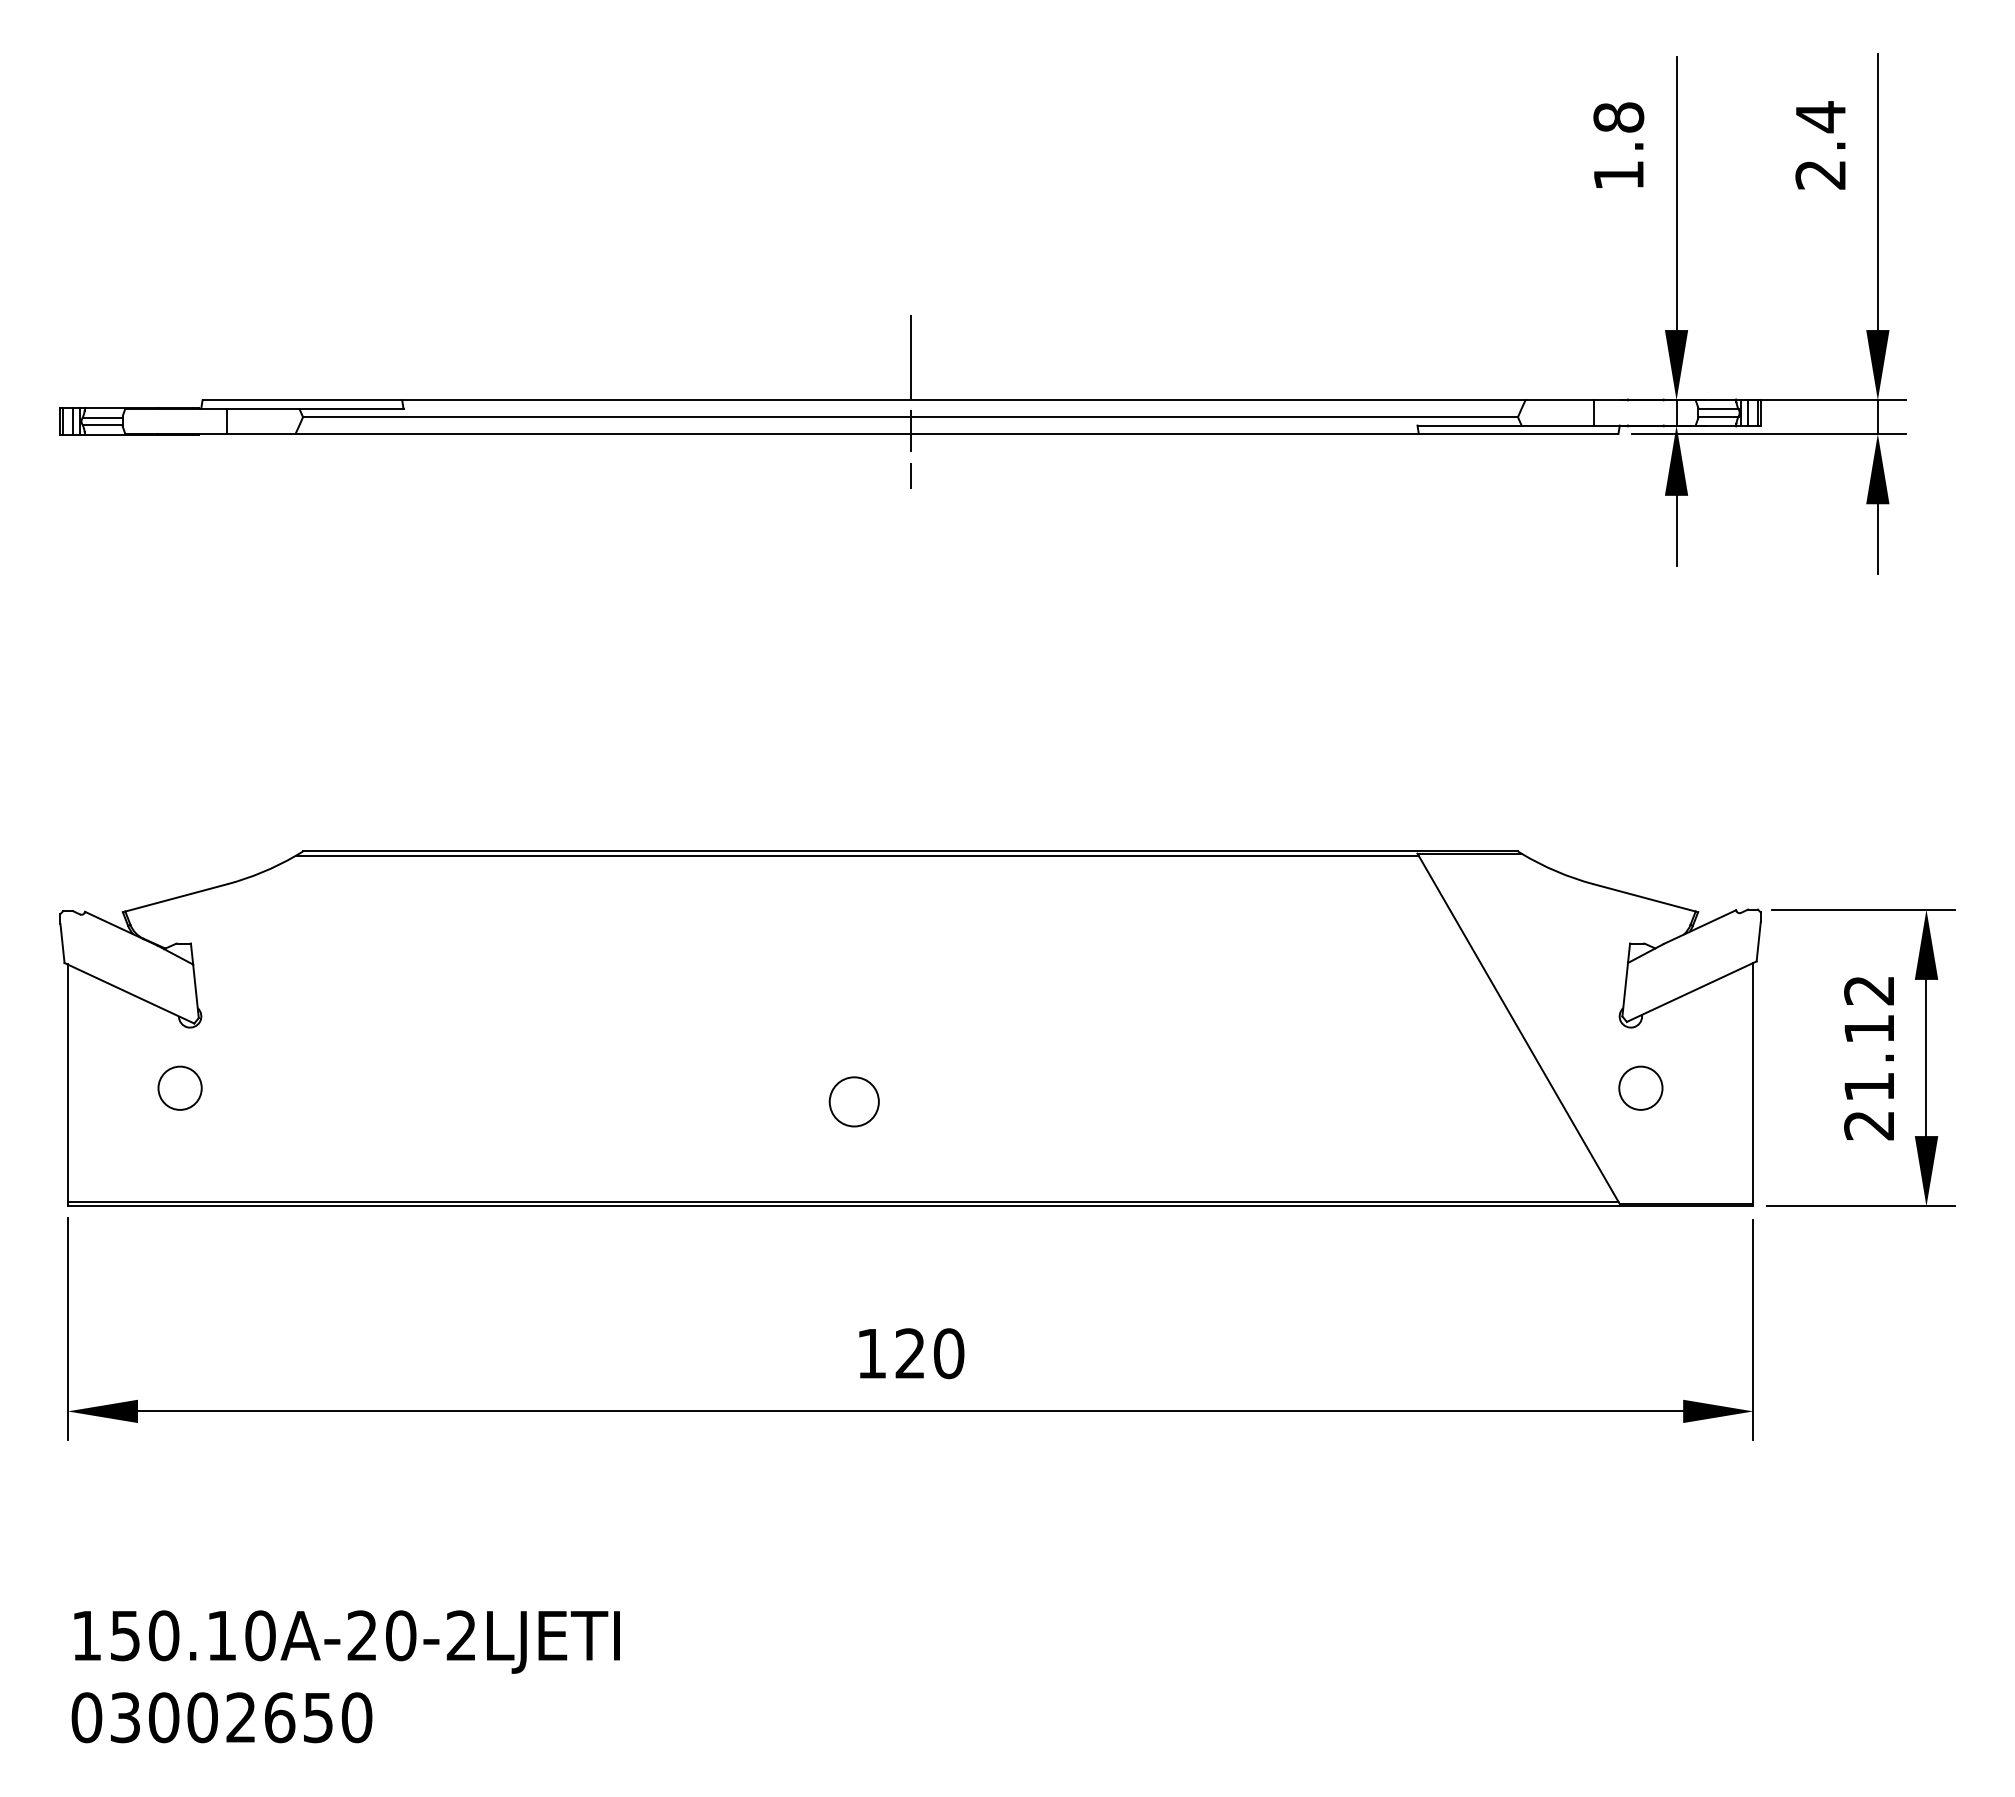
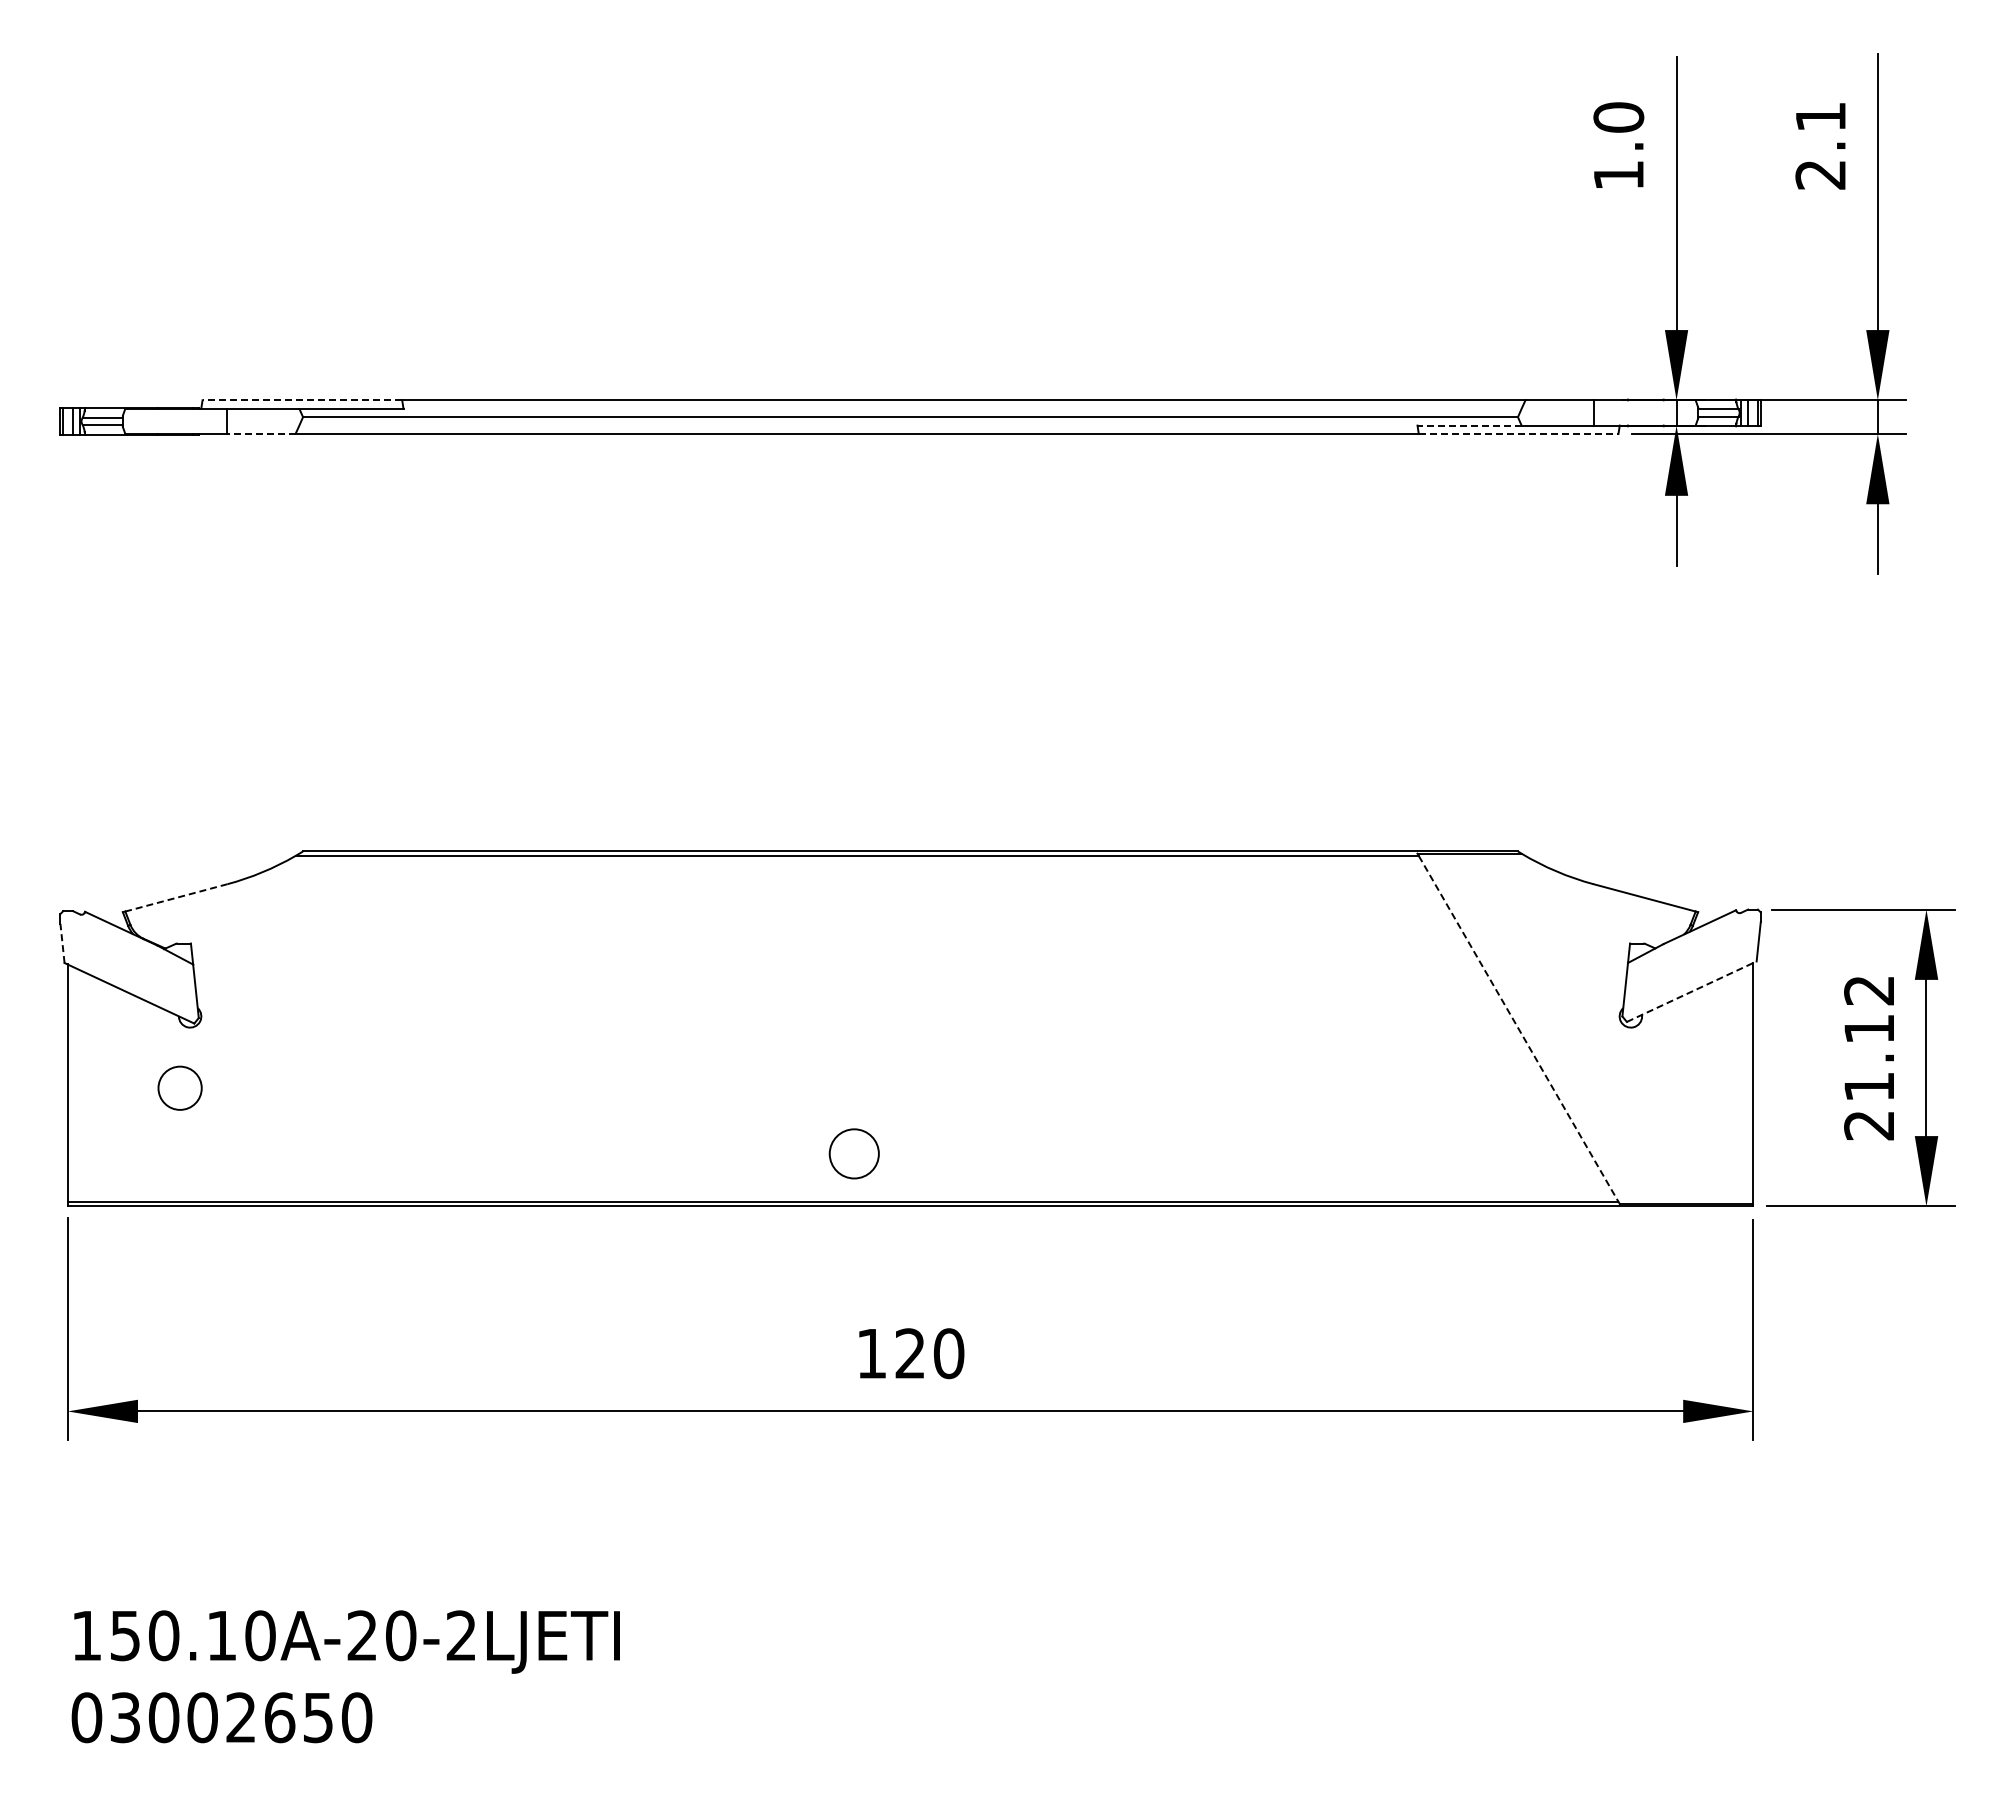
text at (1618, 117): 1.8 -> 1.0
text at (1820, 117): 2.4 -> 2.1
line at (302, 400): solid -> dashed
line at (910, 402): present -> none
line at (1469, 425): solid -> dashed
line at (261, 434): solid -> dashed
line at (1518, 434): solid -> dashed
line at (176, 897): solid -> dashed
line at (62, 943): solid -> dashed
line at (1691, 991): solid -> dashed
line at (1518, 1028): solid -> dashed
circle at (1640, 1087): present -> none
circle at (853, 1101) position: (853, 1101) -> (853, 1153)
